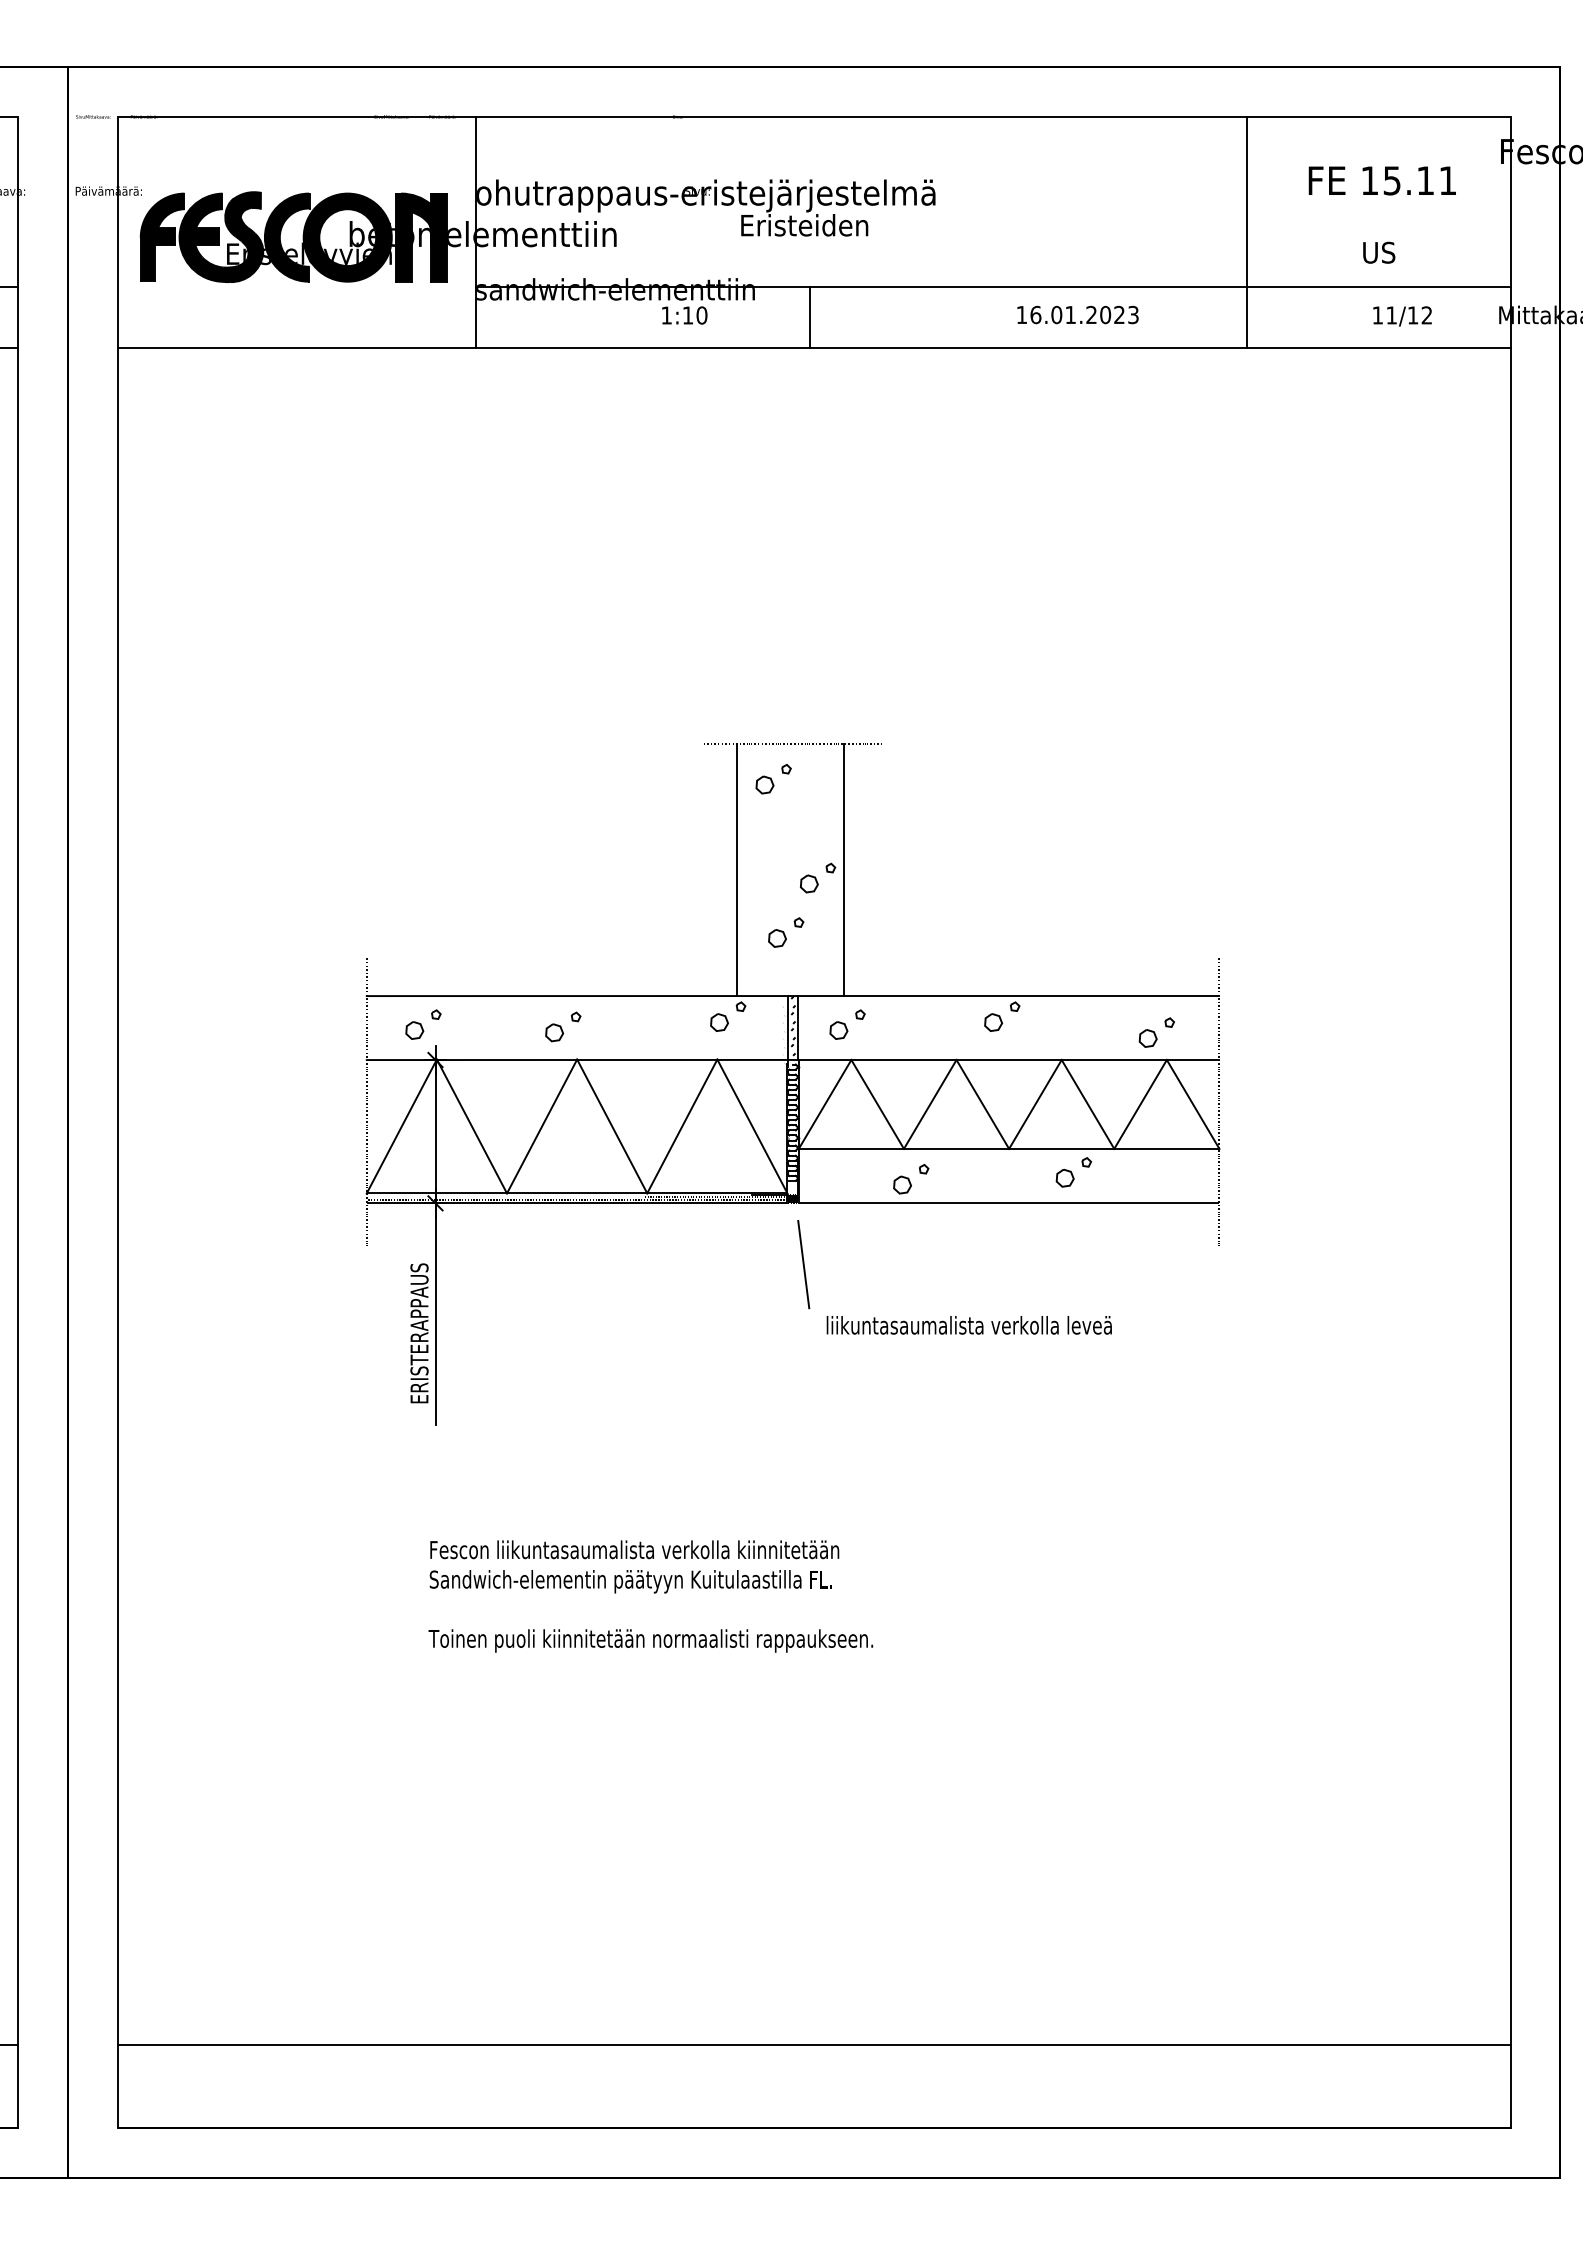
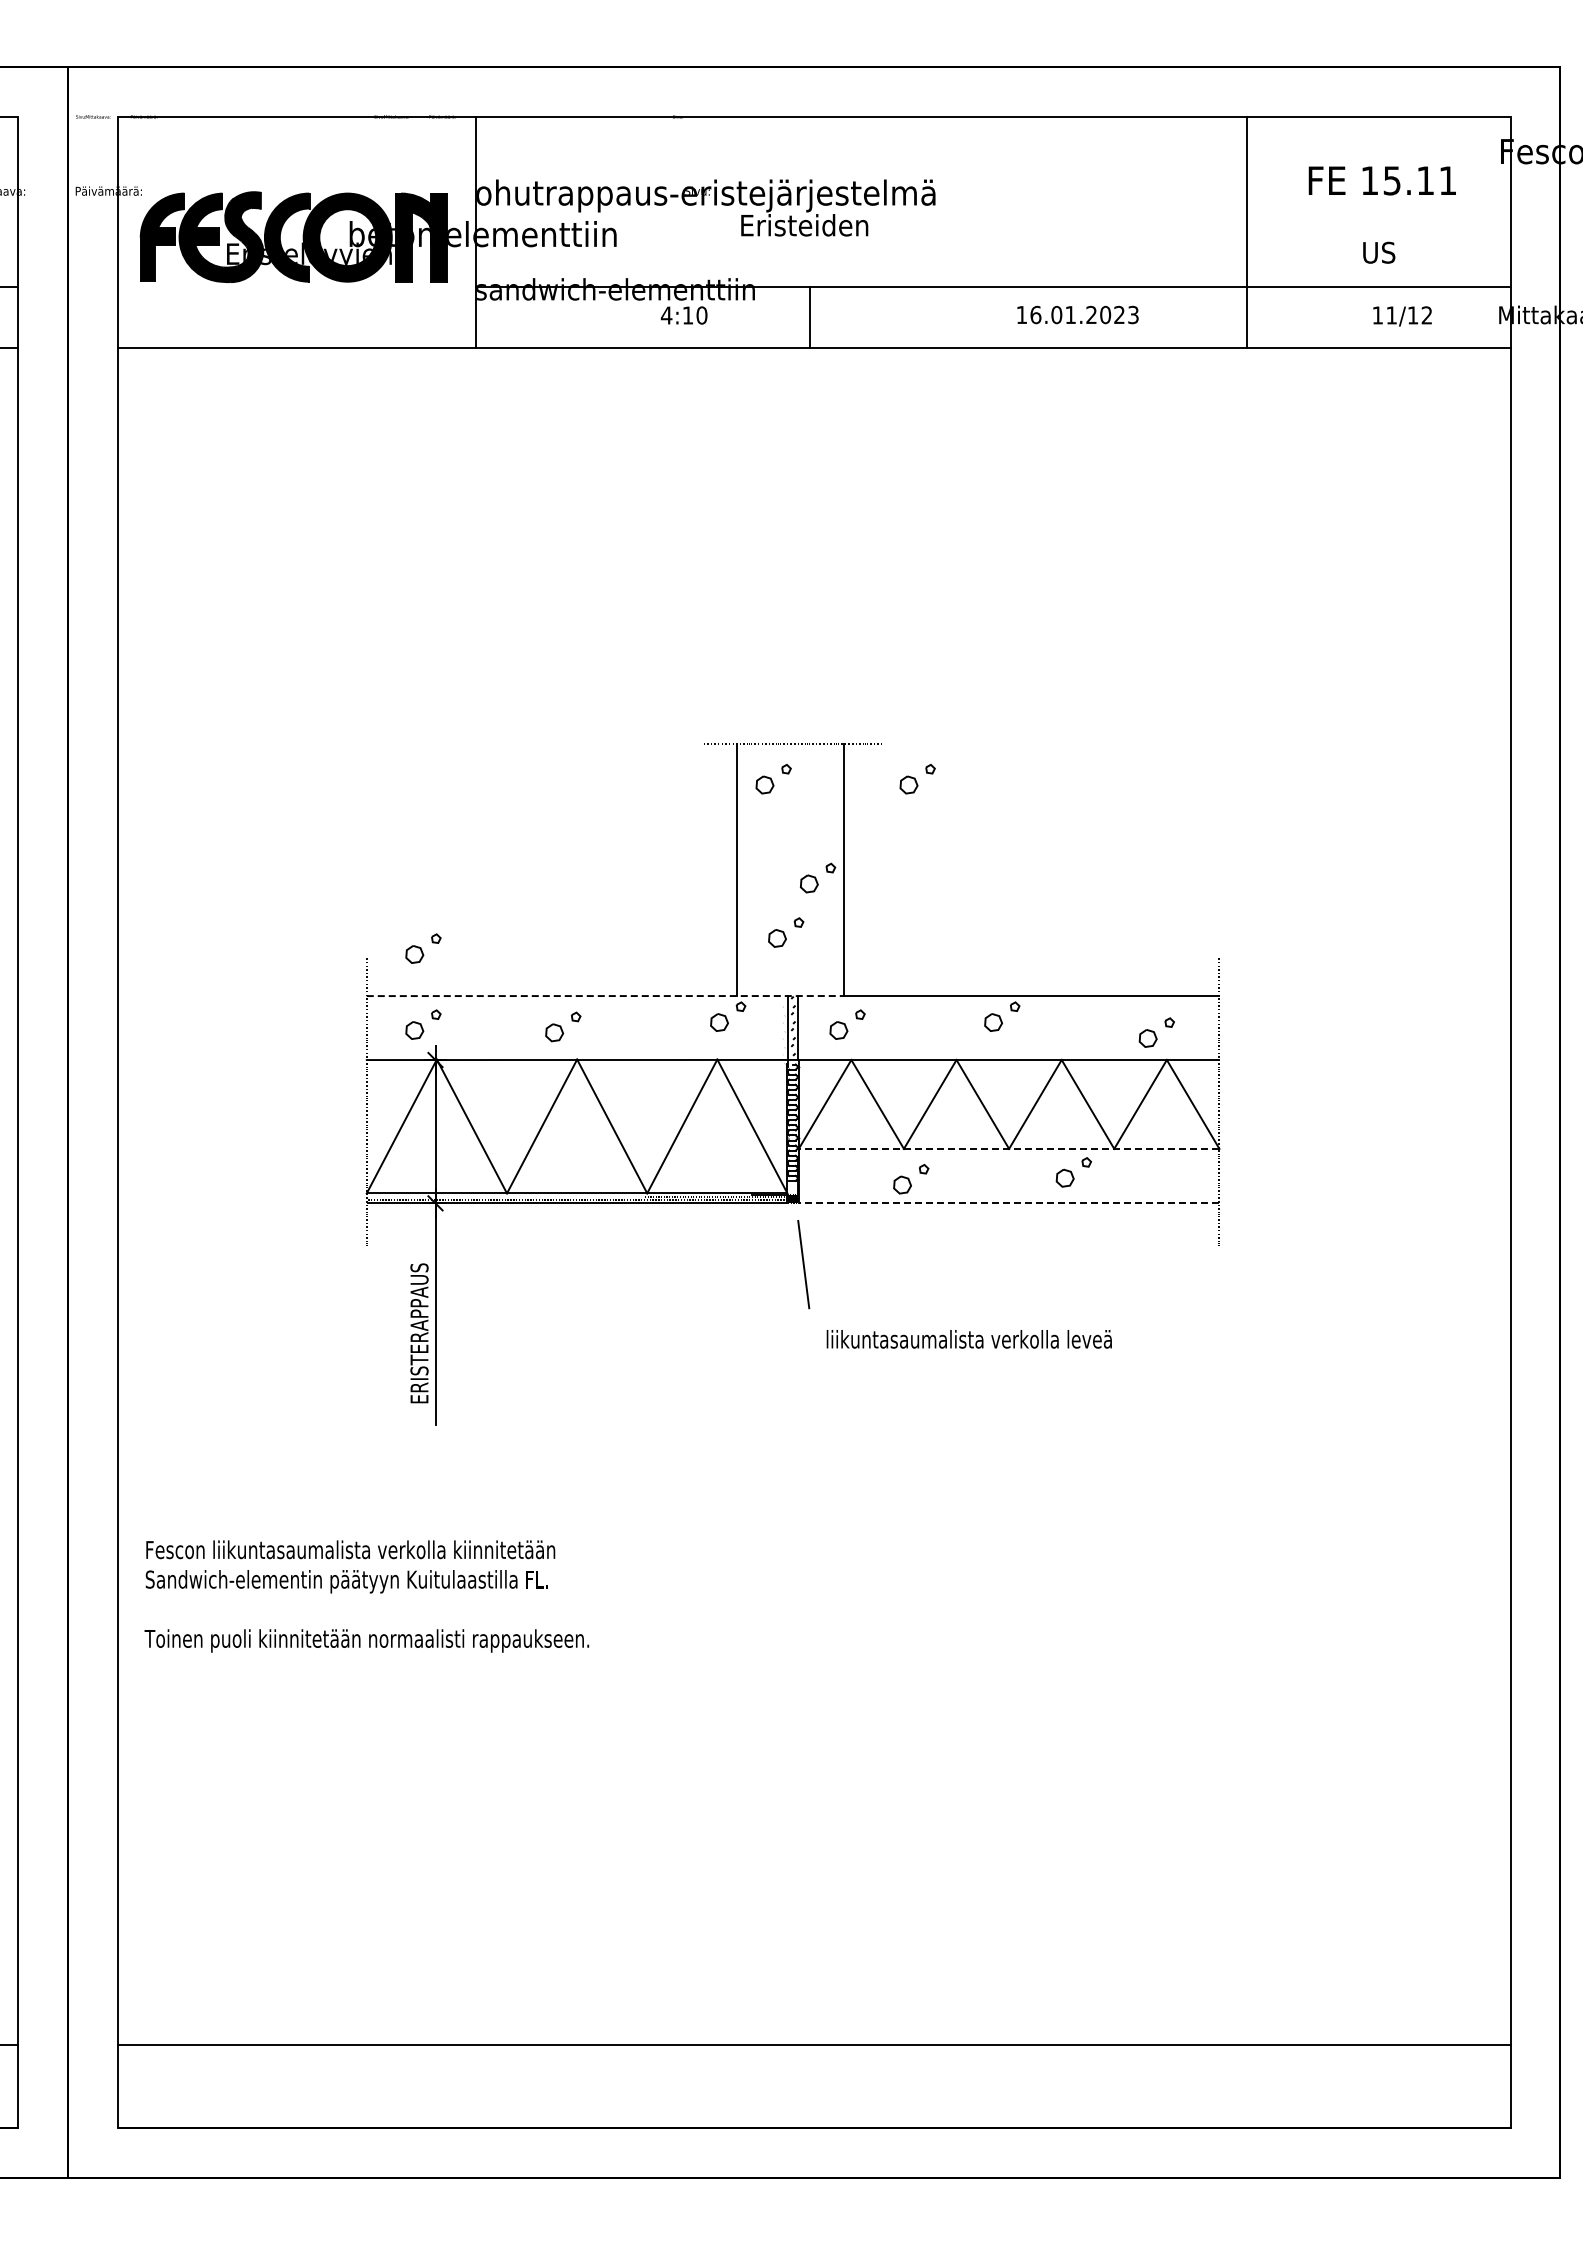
text at (666, 315): 1:10 -> 4:10
part at (917, 779): none -> present
part at (423, 948): none -> present
line at (605, 996): solid -> dashed
line at (1008, 1148): solid -> dashed
line at (1008, 1203): solid -> dashed
text at (968, 1325) position: (968, 1325) -> (968, 1339)
text at (650, 1596) position: (650, 1596) -> (366, 1596)
